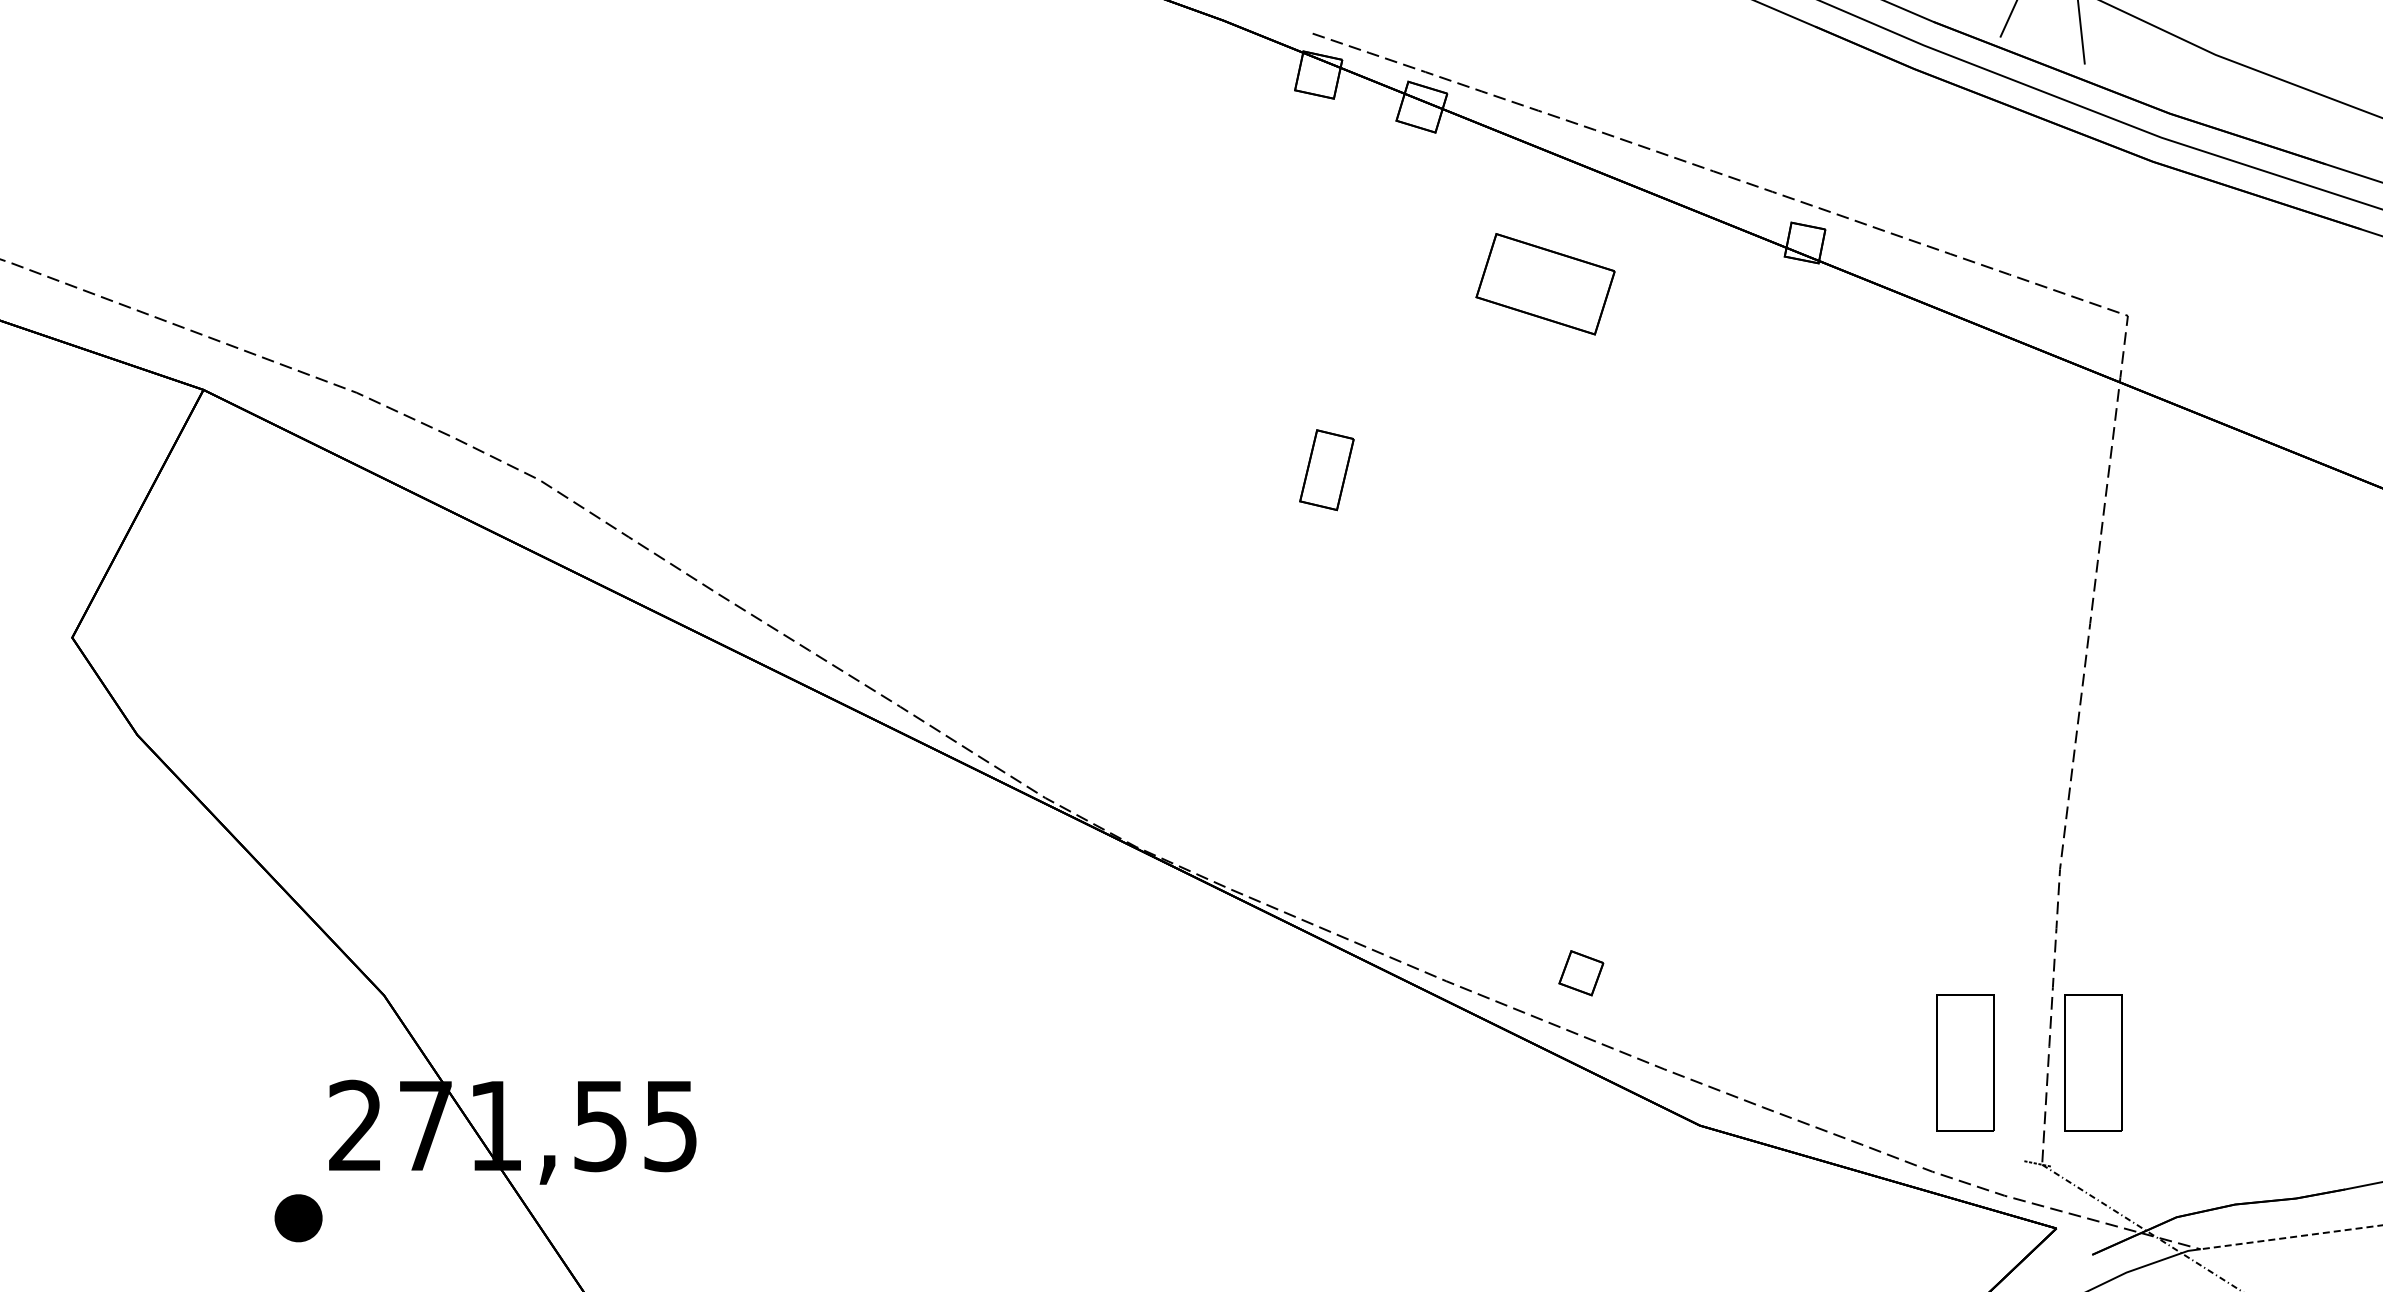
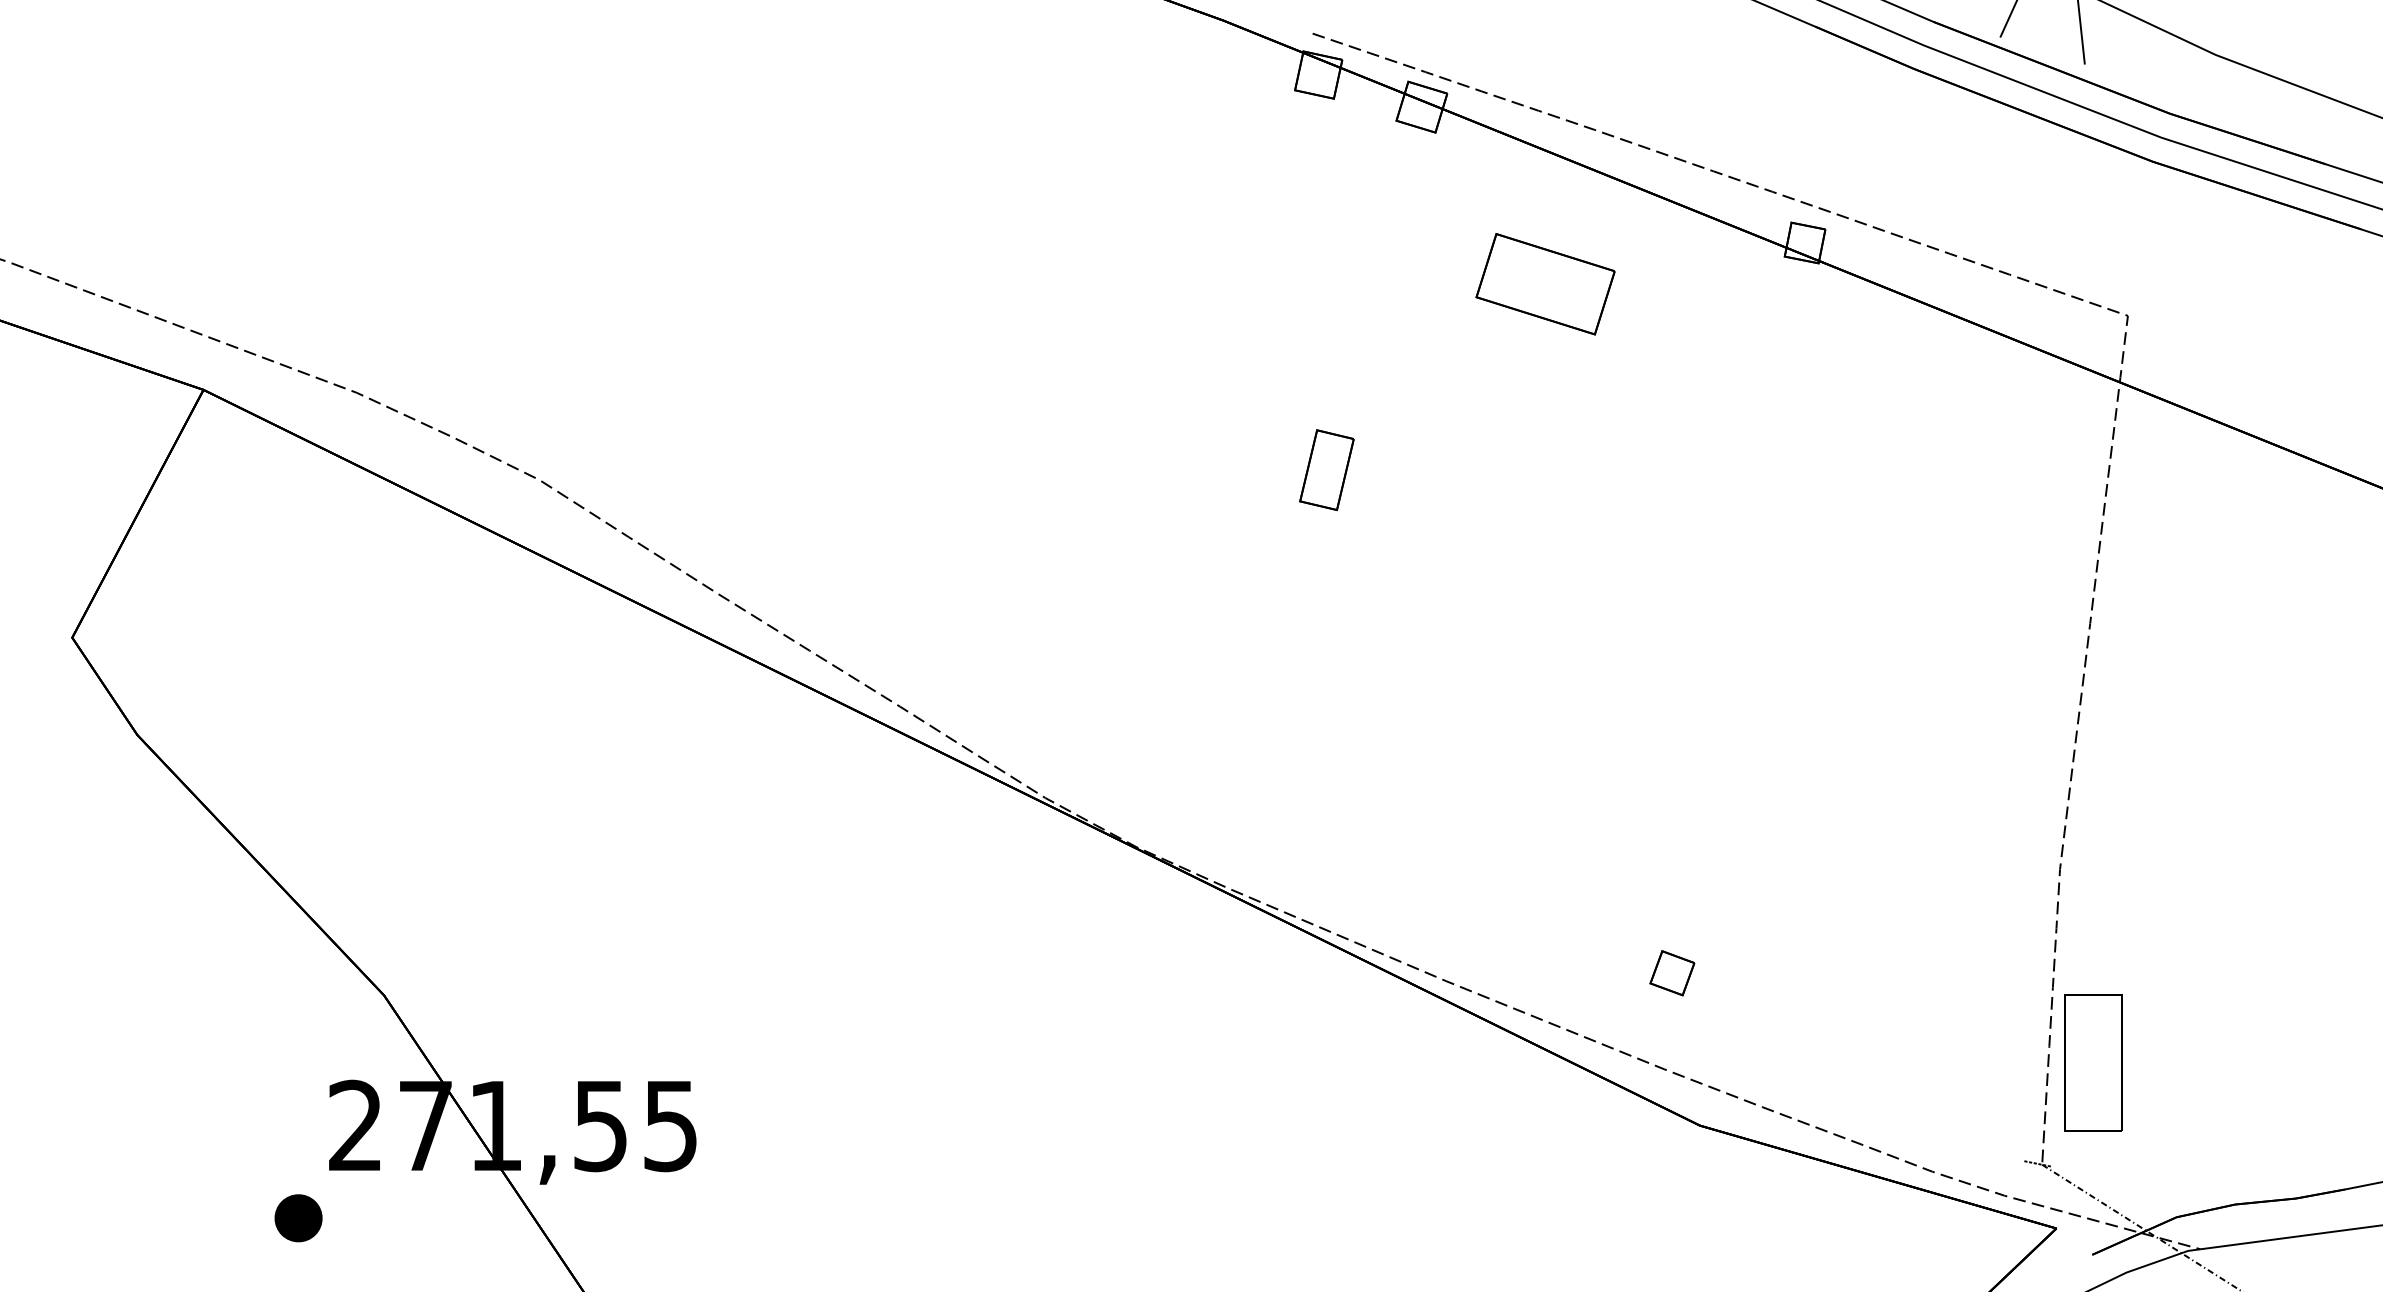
part at (1581, 973) position: (1581, 973) -> (1672, 973)
part at (1965, 1062): present -> none
line at (2291, 1237): dashed -> solid
